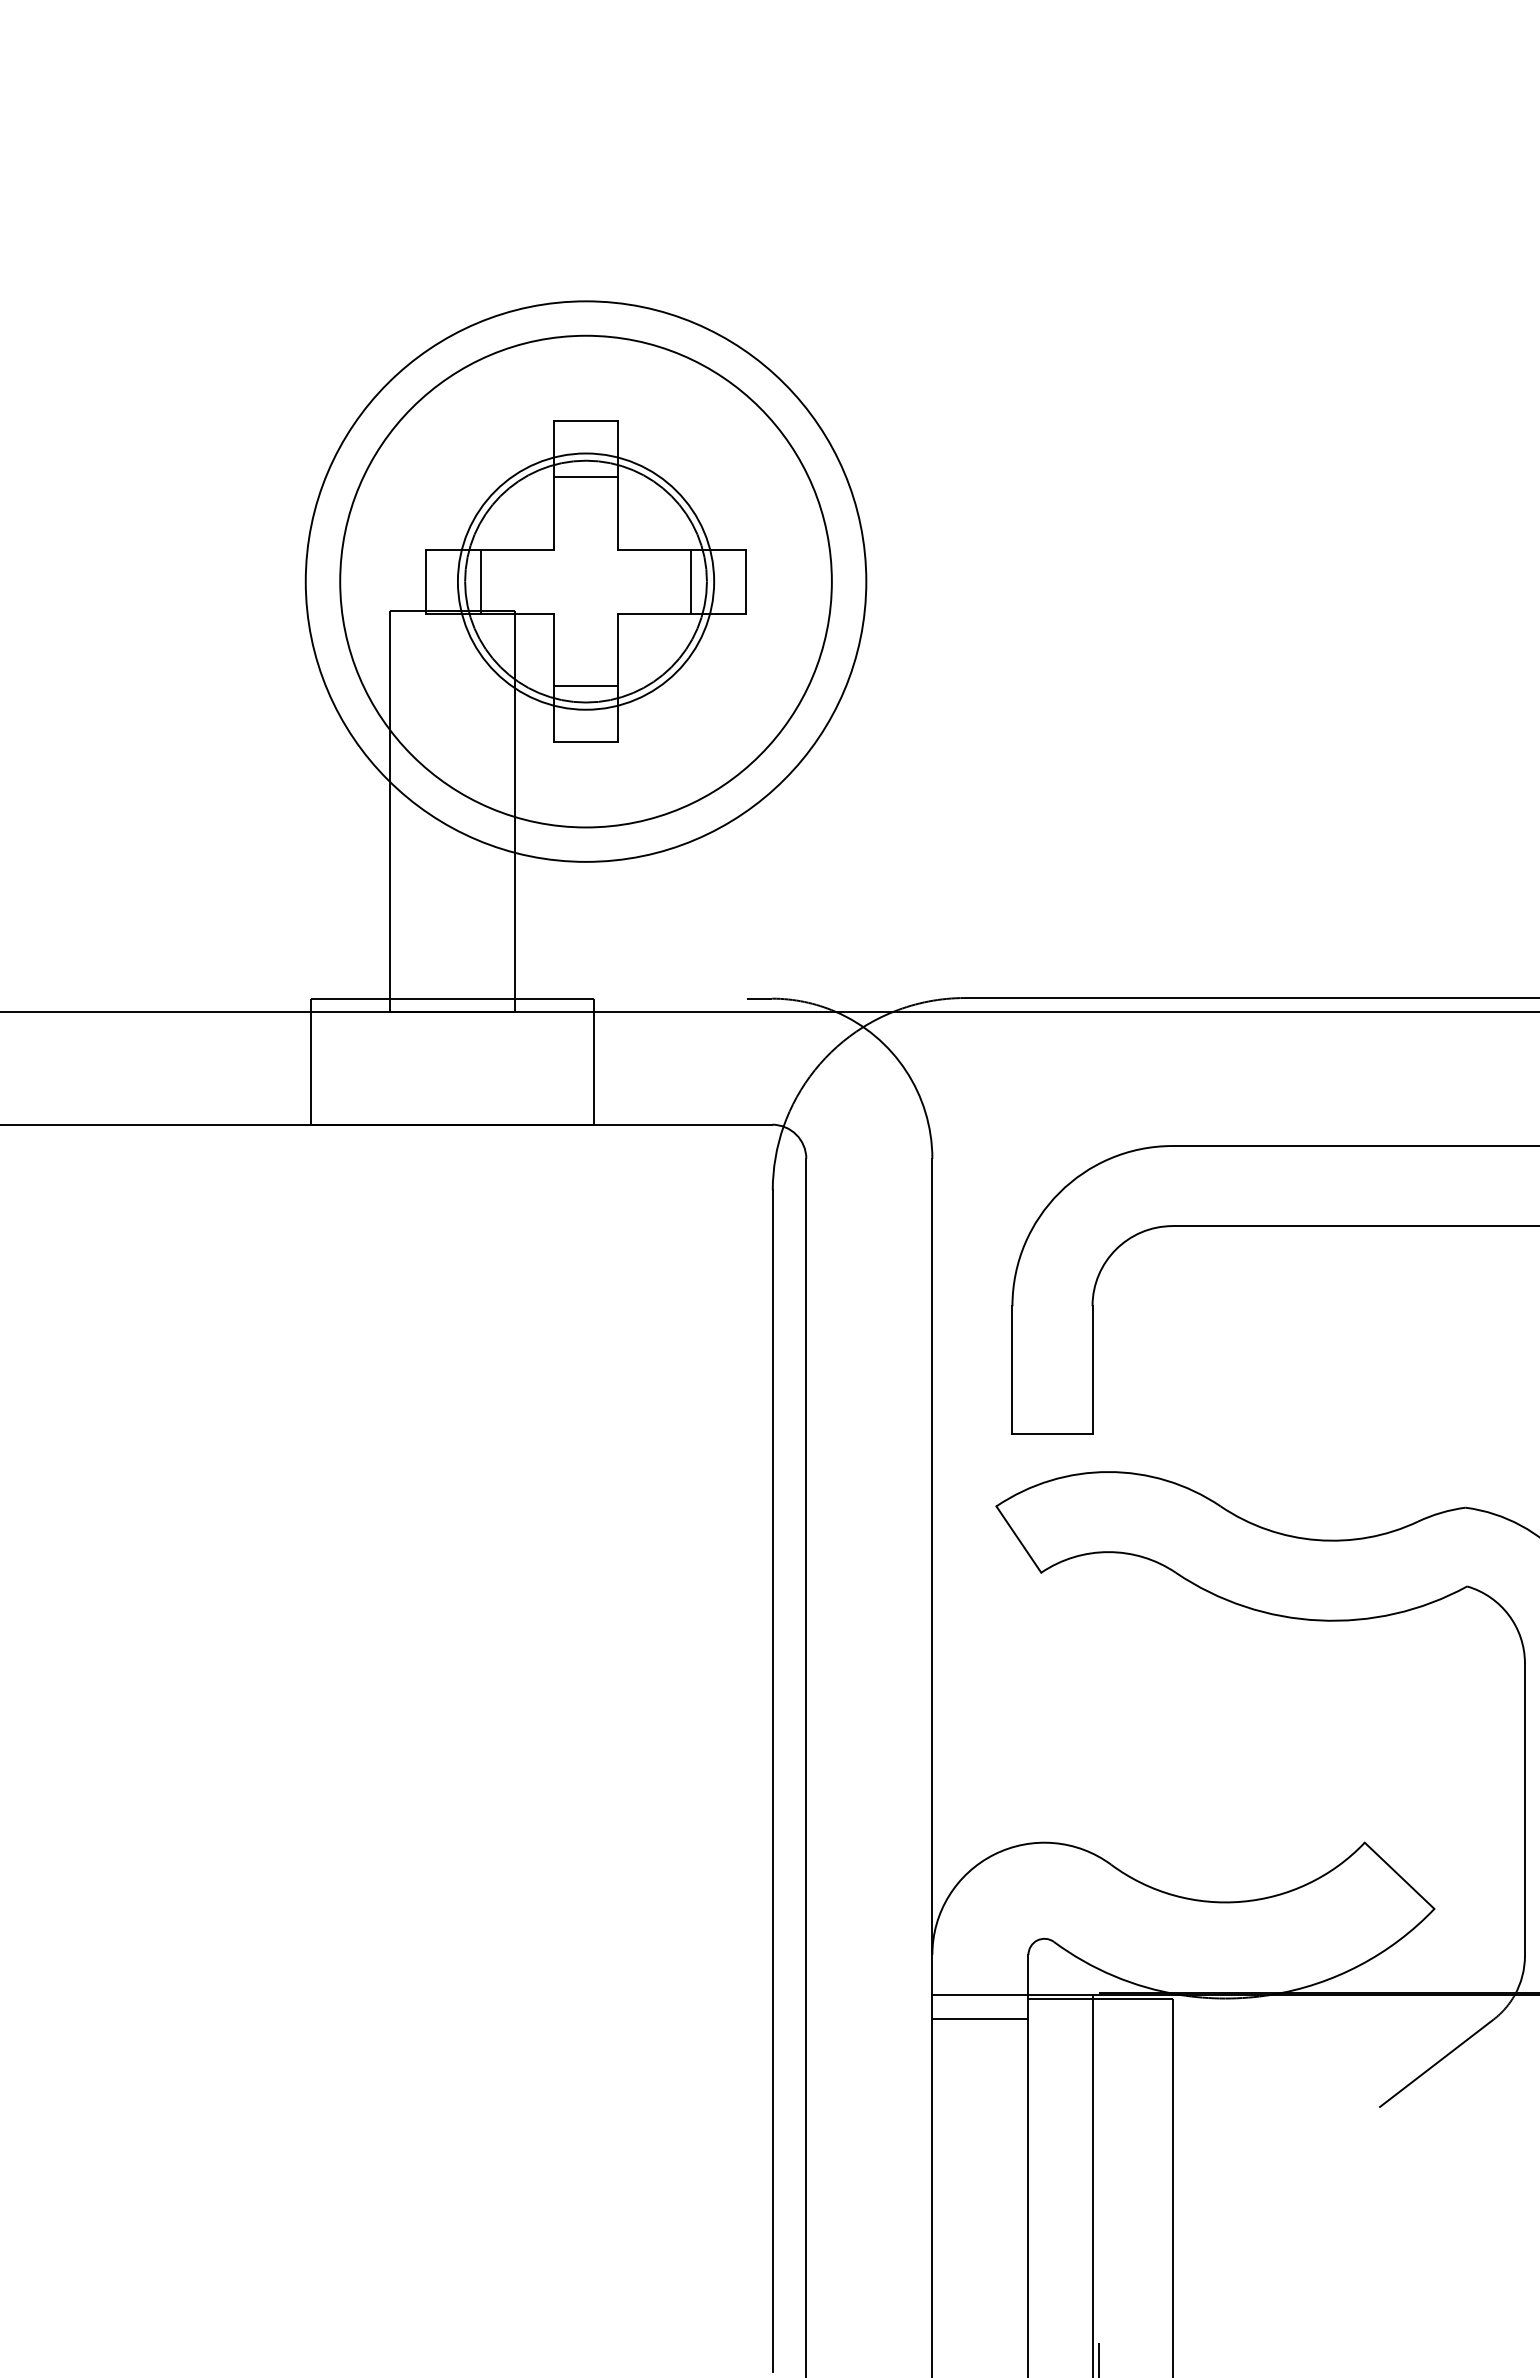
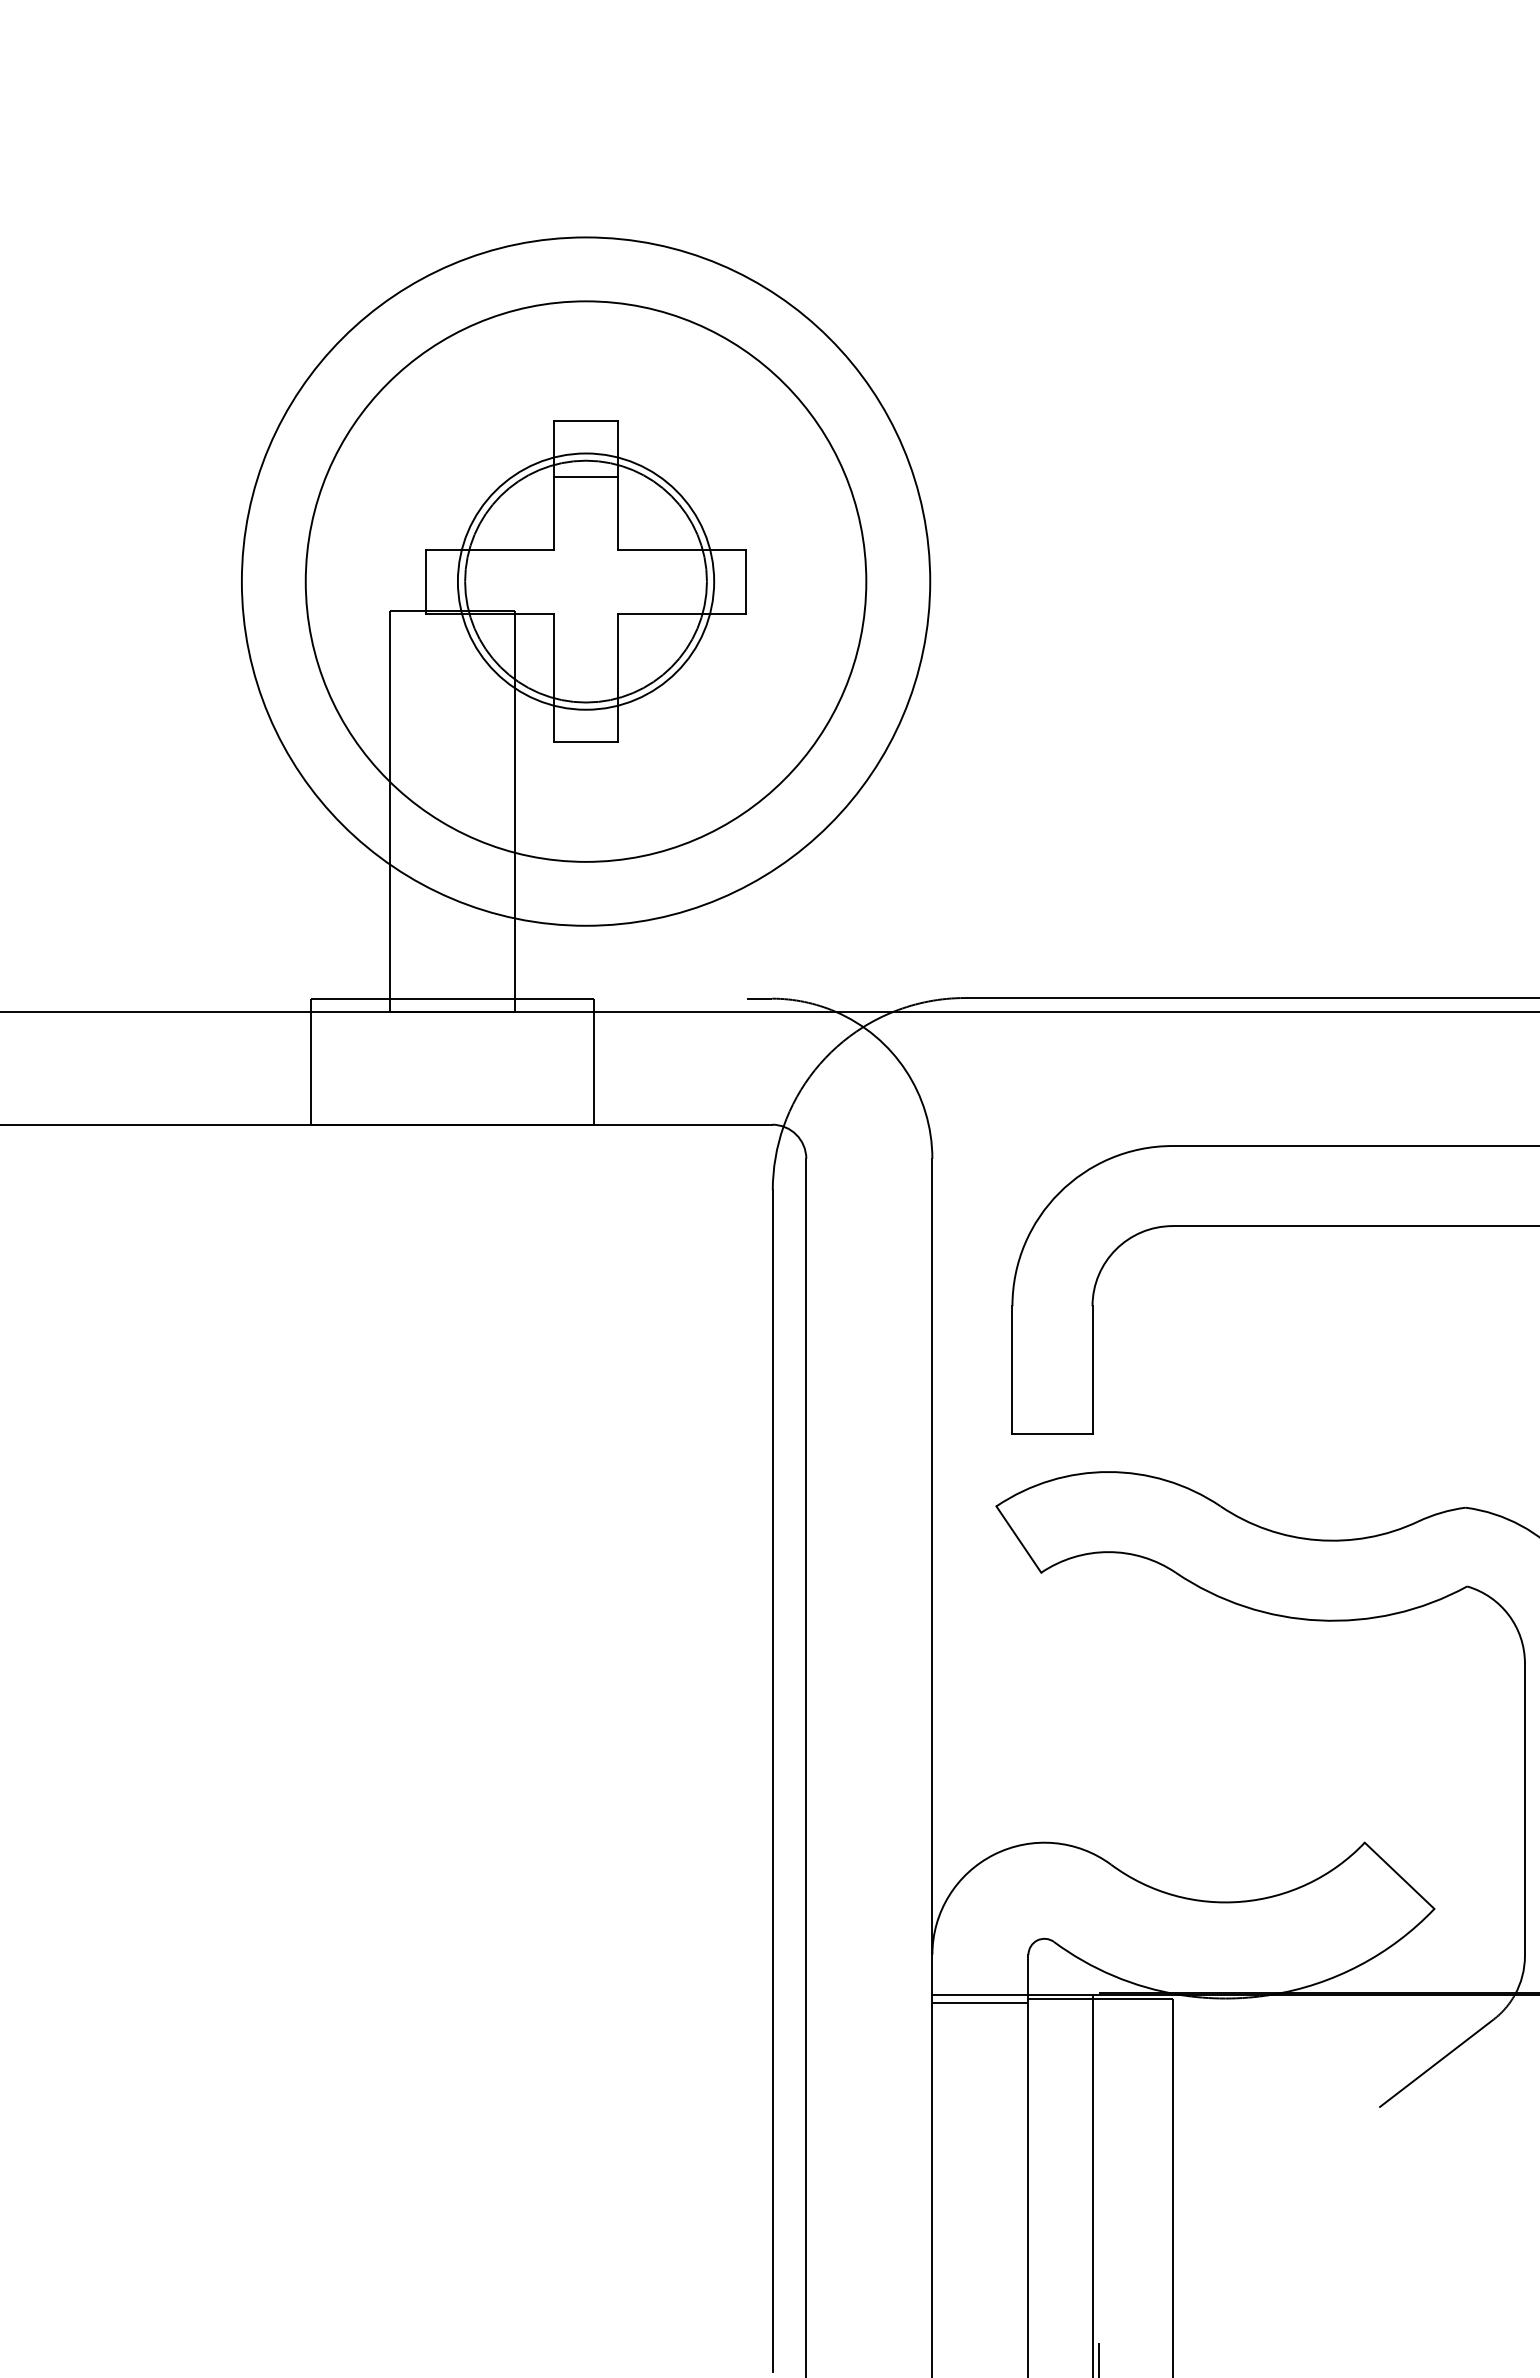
line at (481, 581): present -> none
circle at (585, 581) diameter: 492 px -> 688 px
line at (690, 581): present -> none
line at (586, 686): present -> none
line at (980, 2018) position: (980, 2018) -> (980, 2002)
